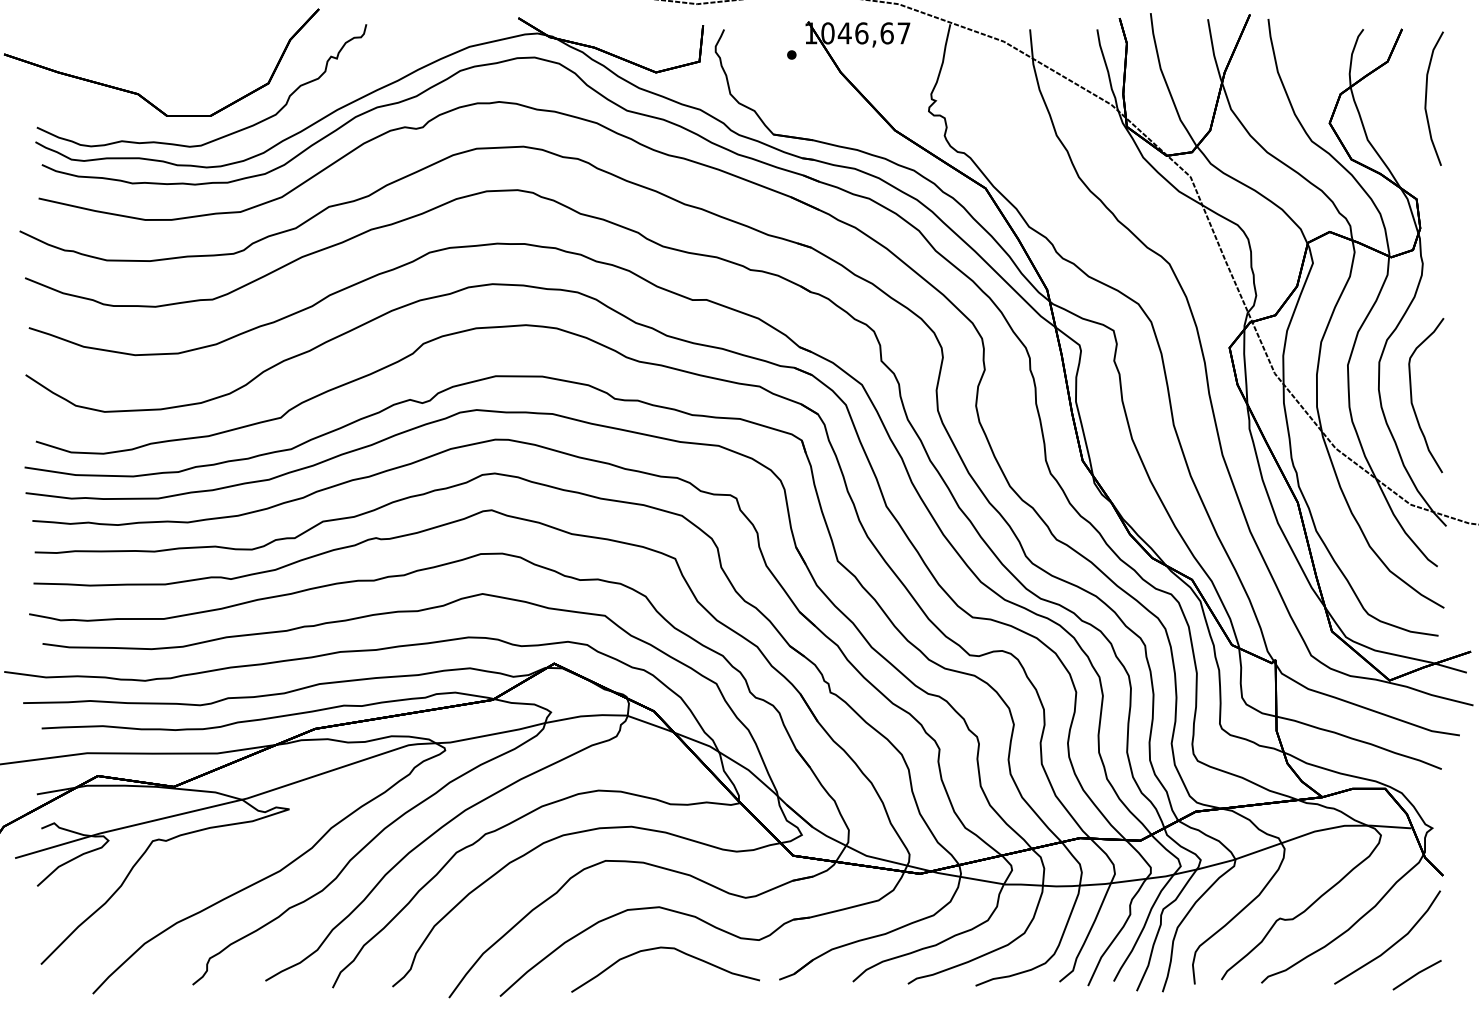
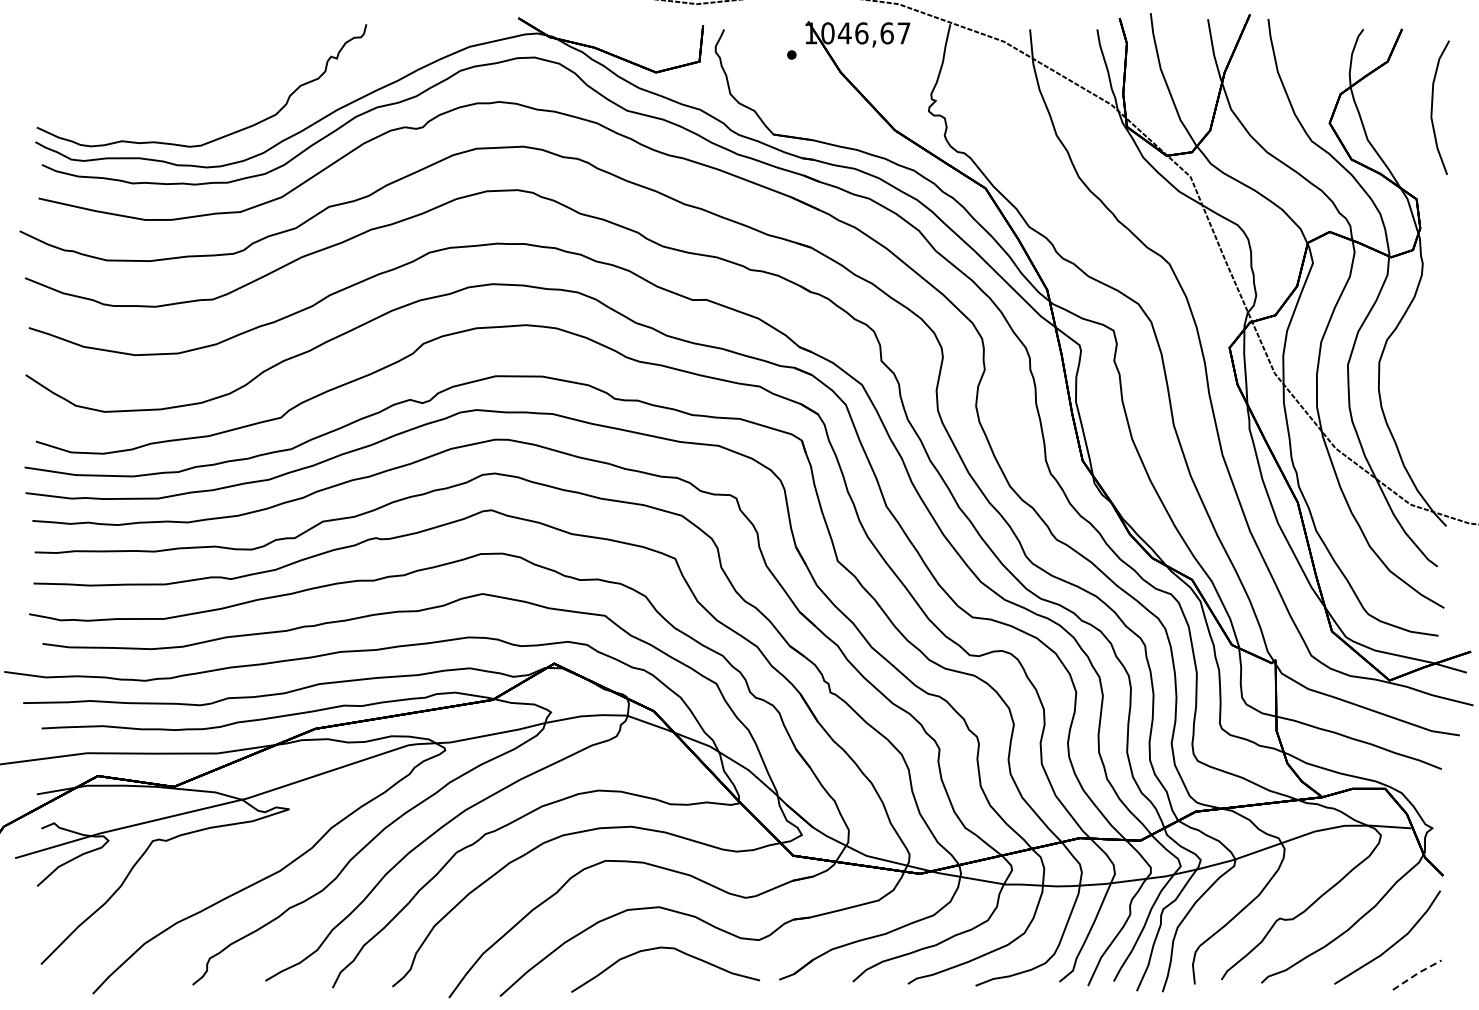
part at (139, 93): present -> none
curve at (1426, 98) position: (1426, 98) -> (1432, 107)
curve at (1412, 395): present -> none
line at (1417, 973): solid -> dashed
